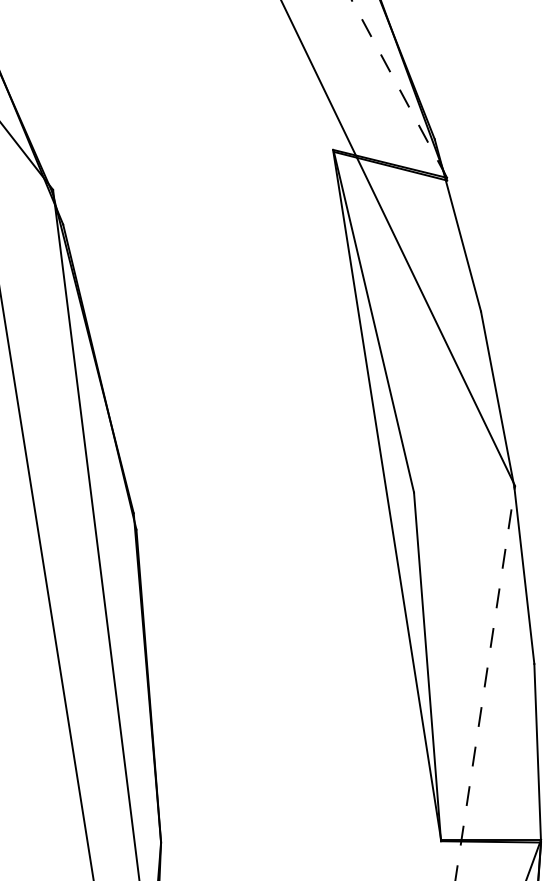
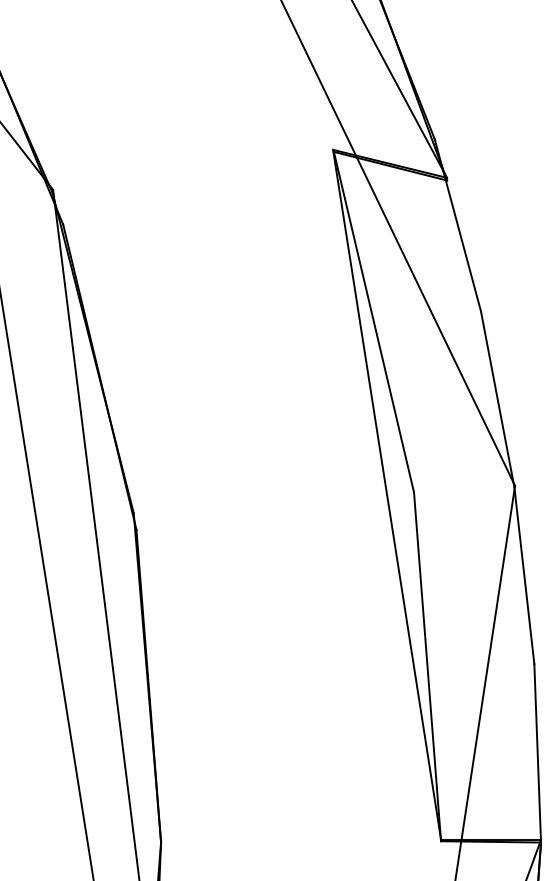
line at (399, 88): dashed -> solid
line at (485, 682): dashed -> solid
